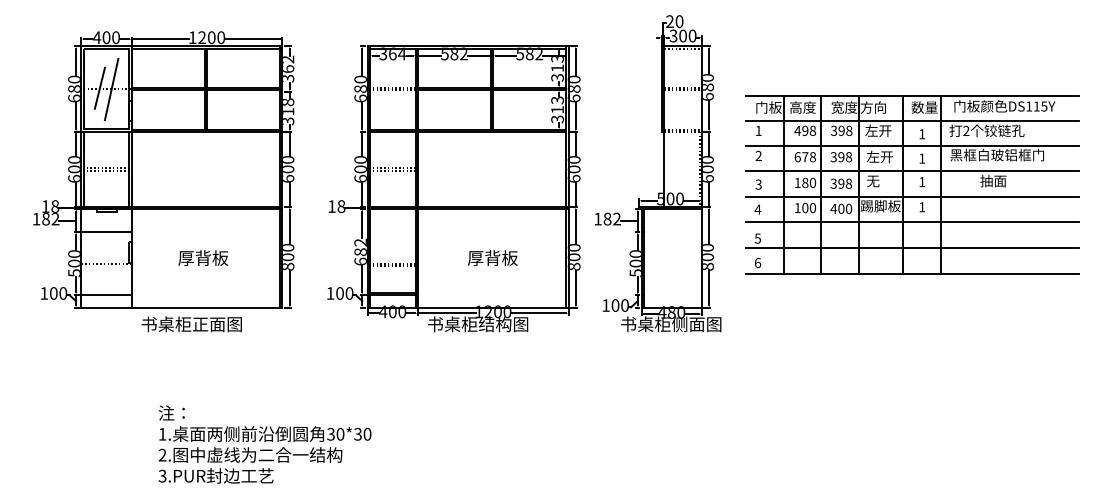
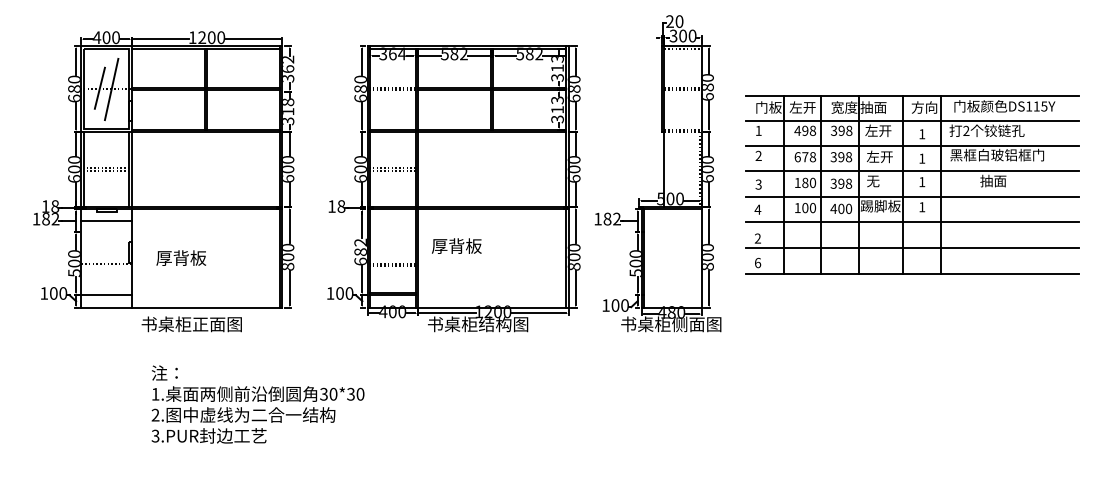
text at (802, 107): 高度 -> 左开
text at (873, 107): 方向 -> 抽面
text at (924, 107): 数量 -> 方向
line at (106, 232) position: (106, 232) -> (106, 221)
text at (757, 238): 5 -> 2
text at (202, 257) position: (202, 257) -> (180, 257)
text at (492, 257) position: (492, 257) -> (456, 245)
text at (264, 444) position: (264, 444) -> (257, 404)
